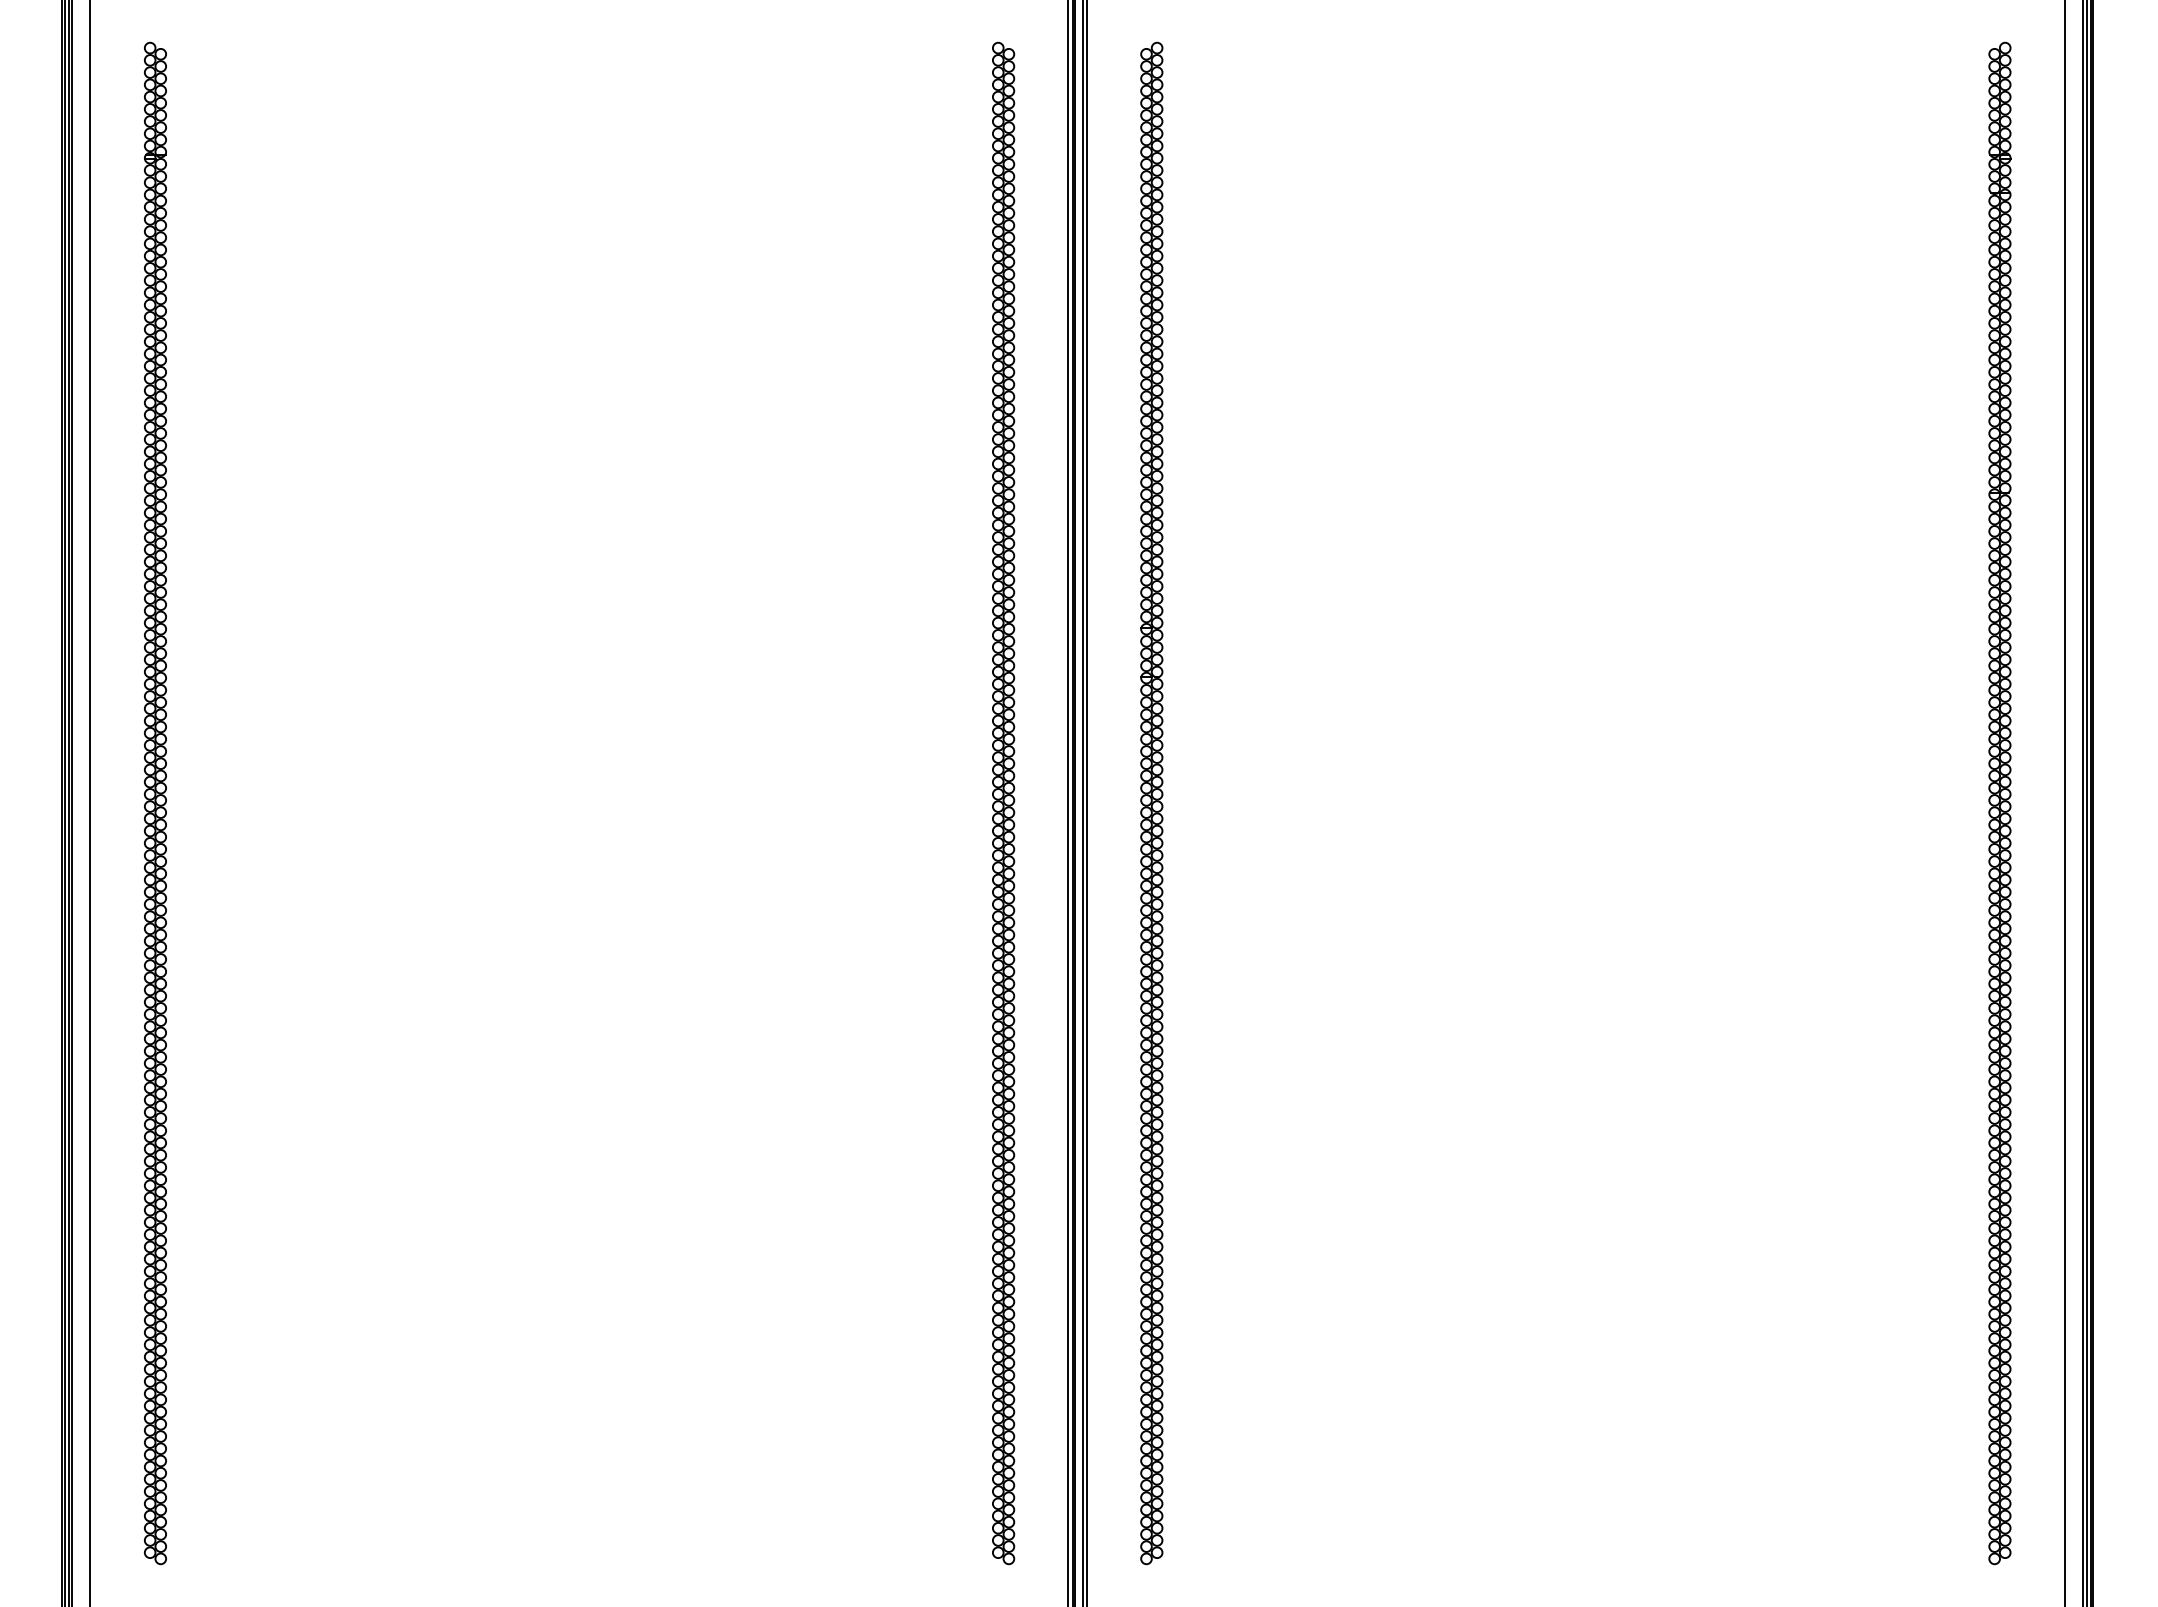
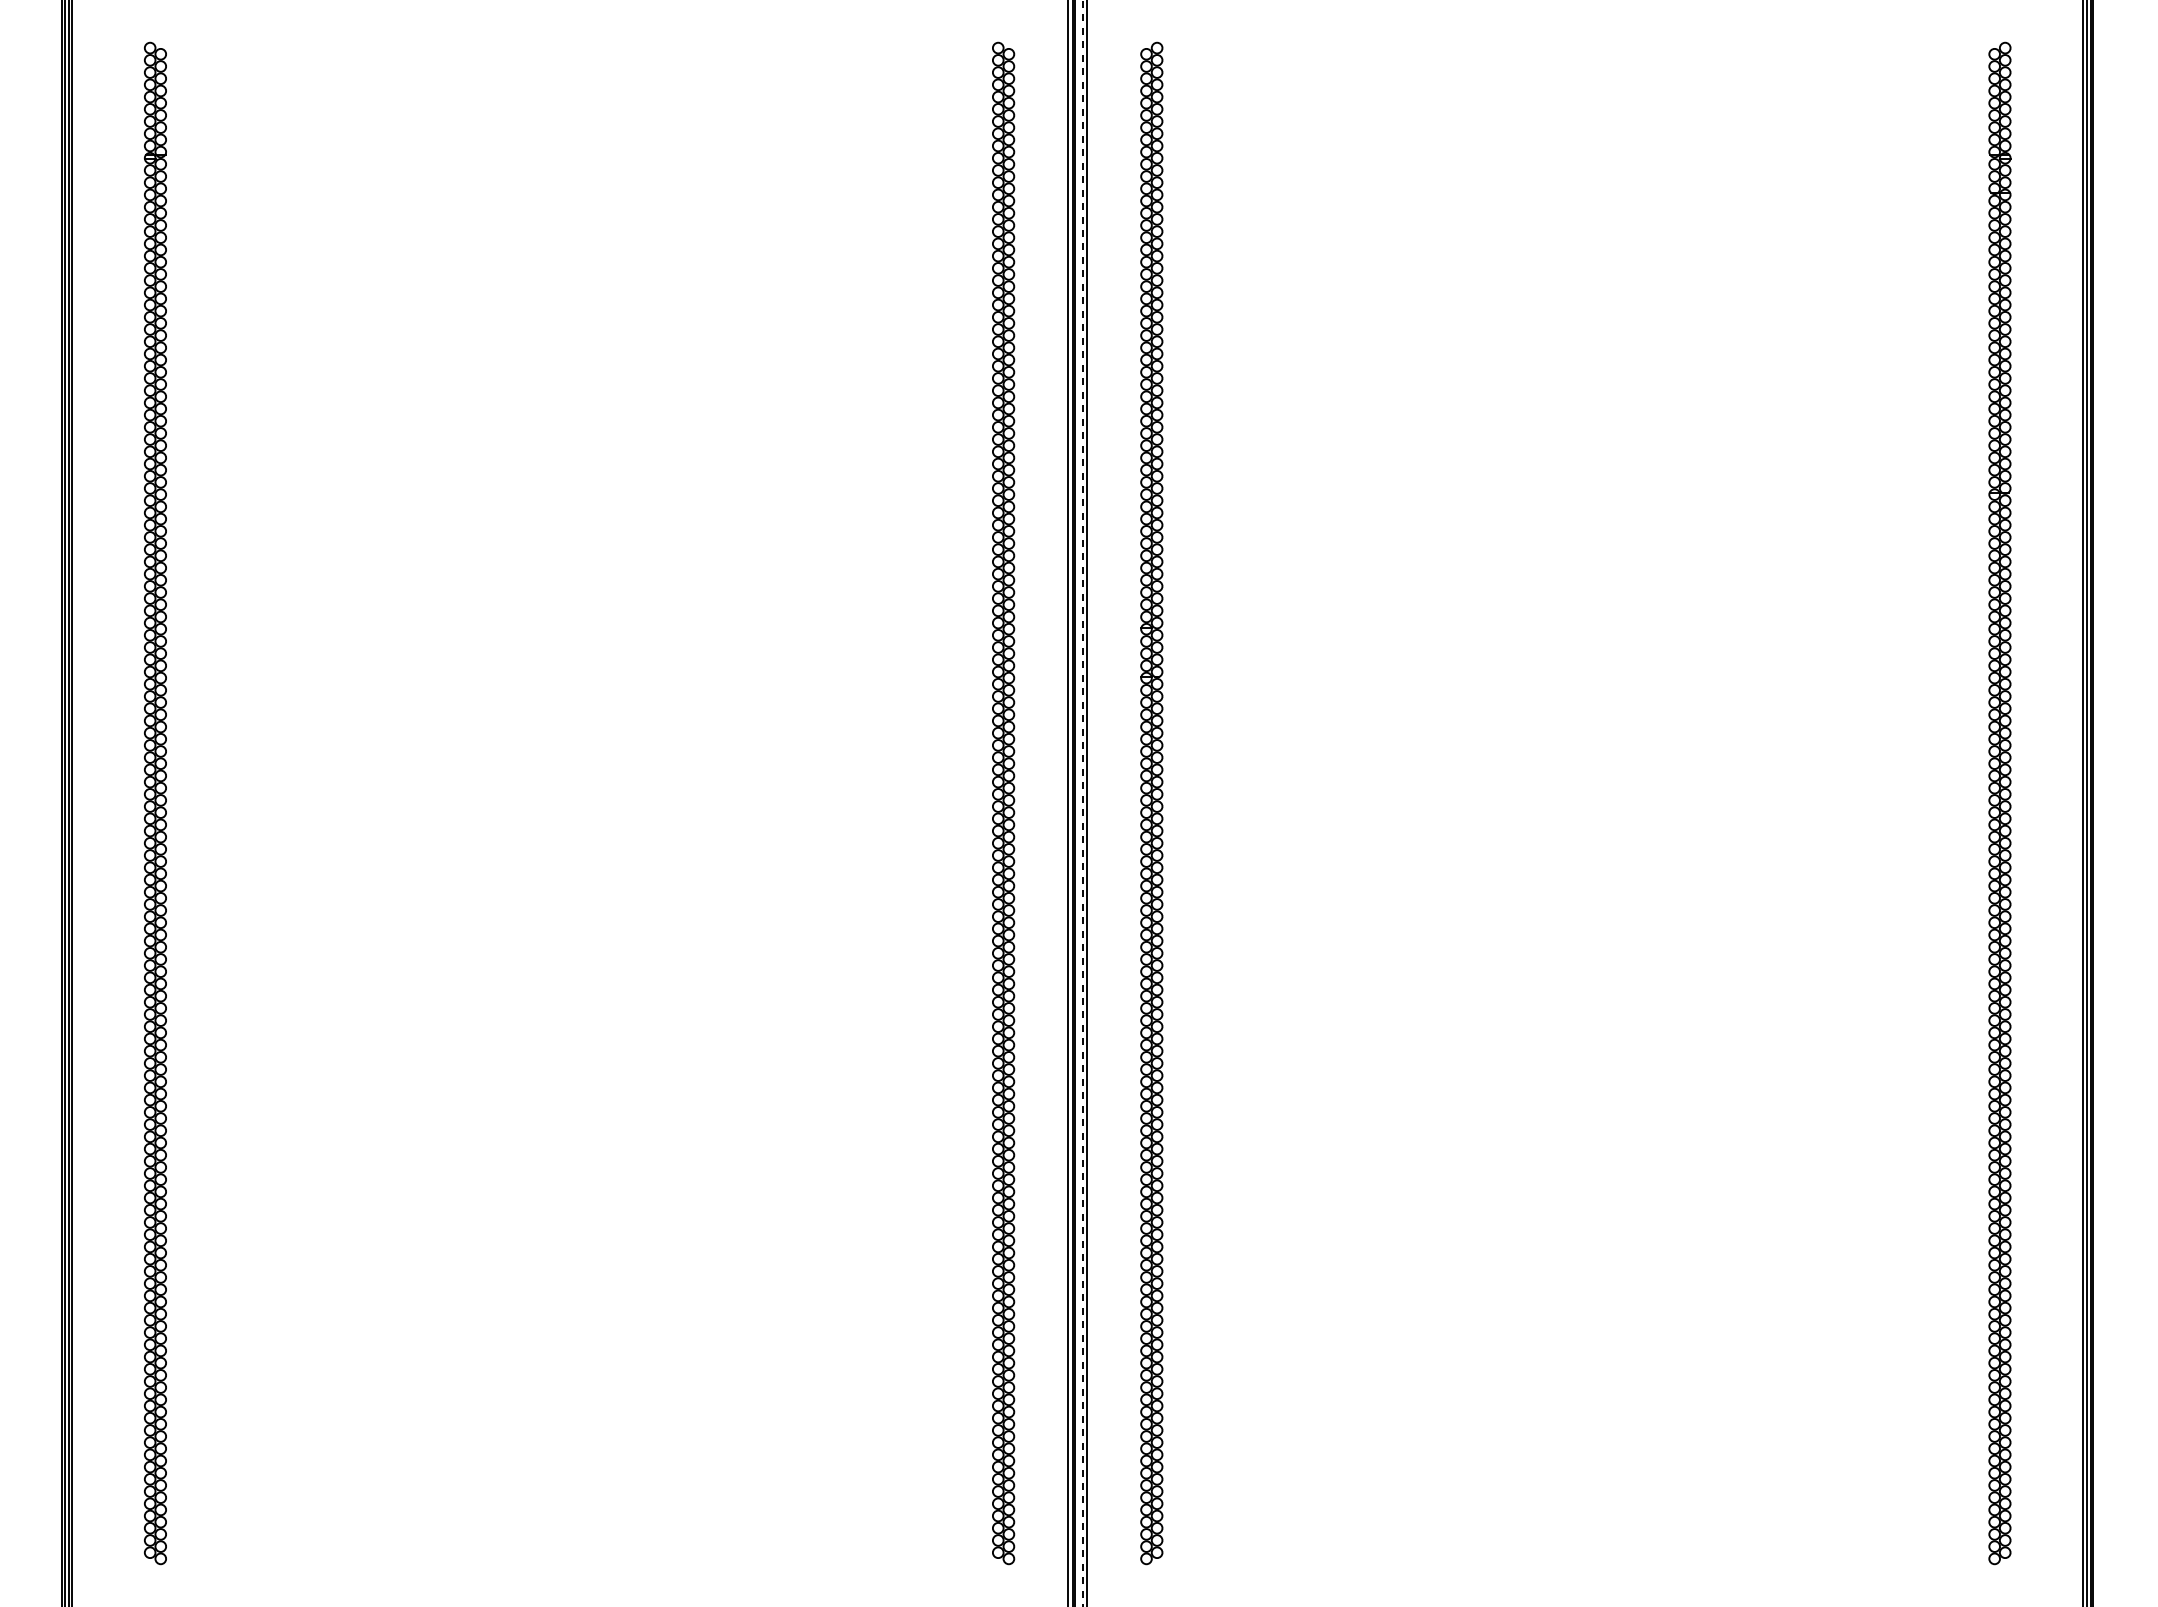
line at (90, 802): present -> none
line at (2065, 802): present -> none
line at (1082, 803): solid -> dashed
